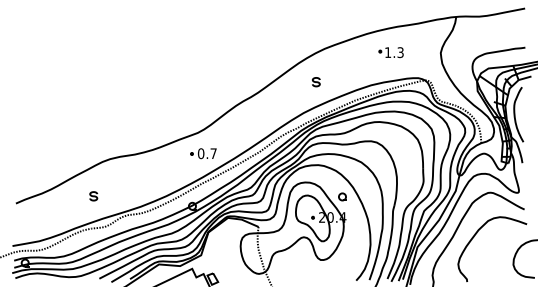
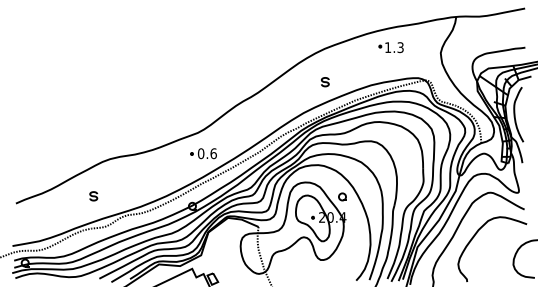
part at (390, 52) position: (390, 52) -> (390, 47)
part at (316, 82) position: (316, 82) -> (325, 82)
text at (213, 153): 0.7 -> 0.6
